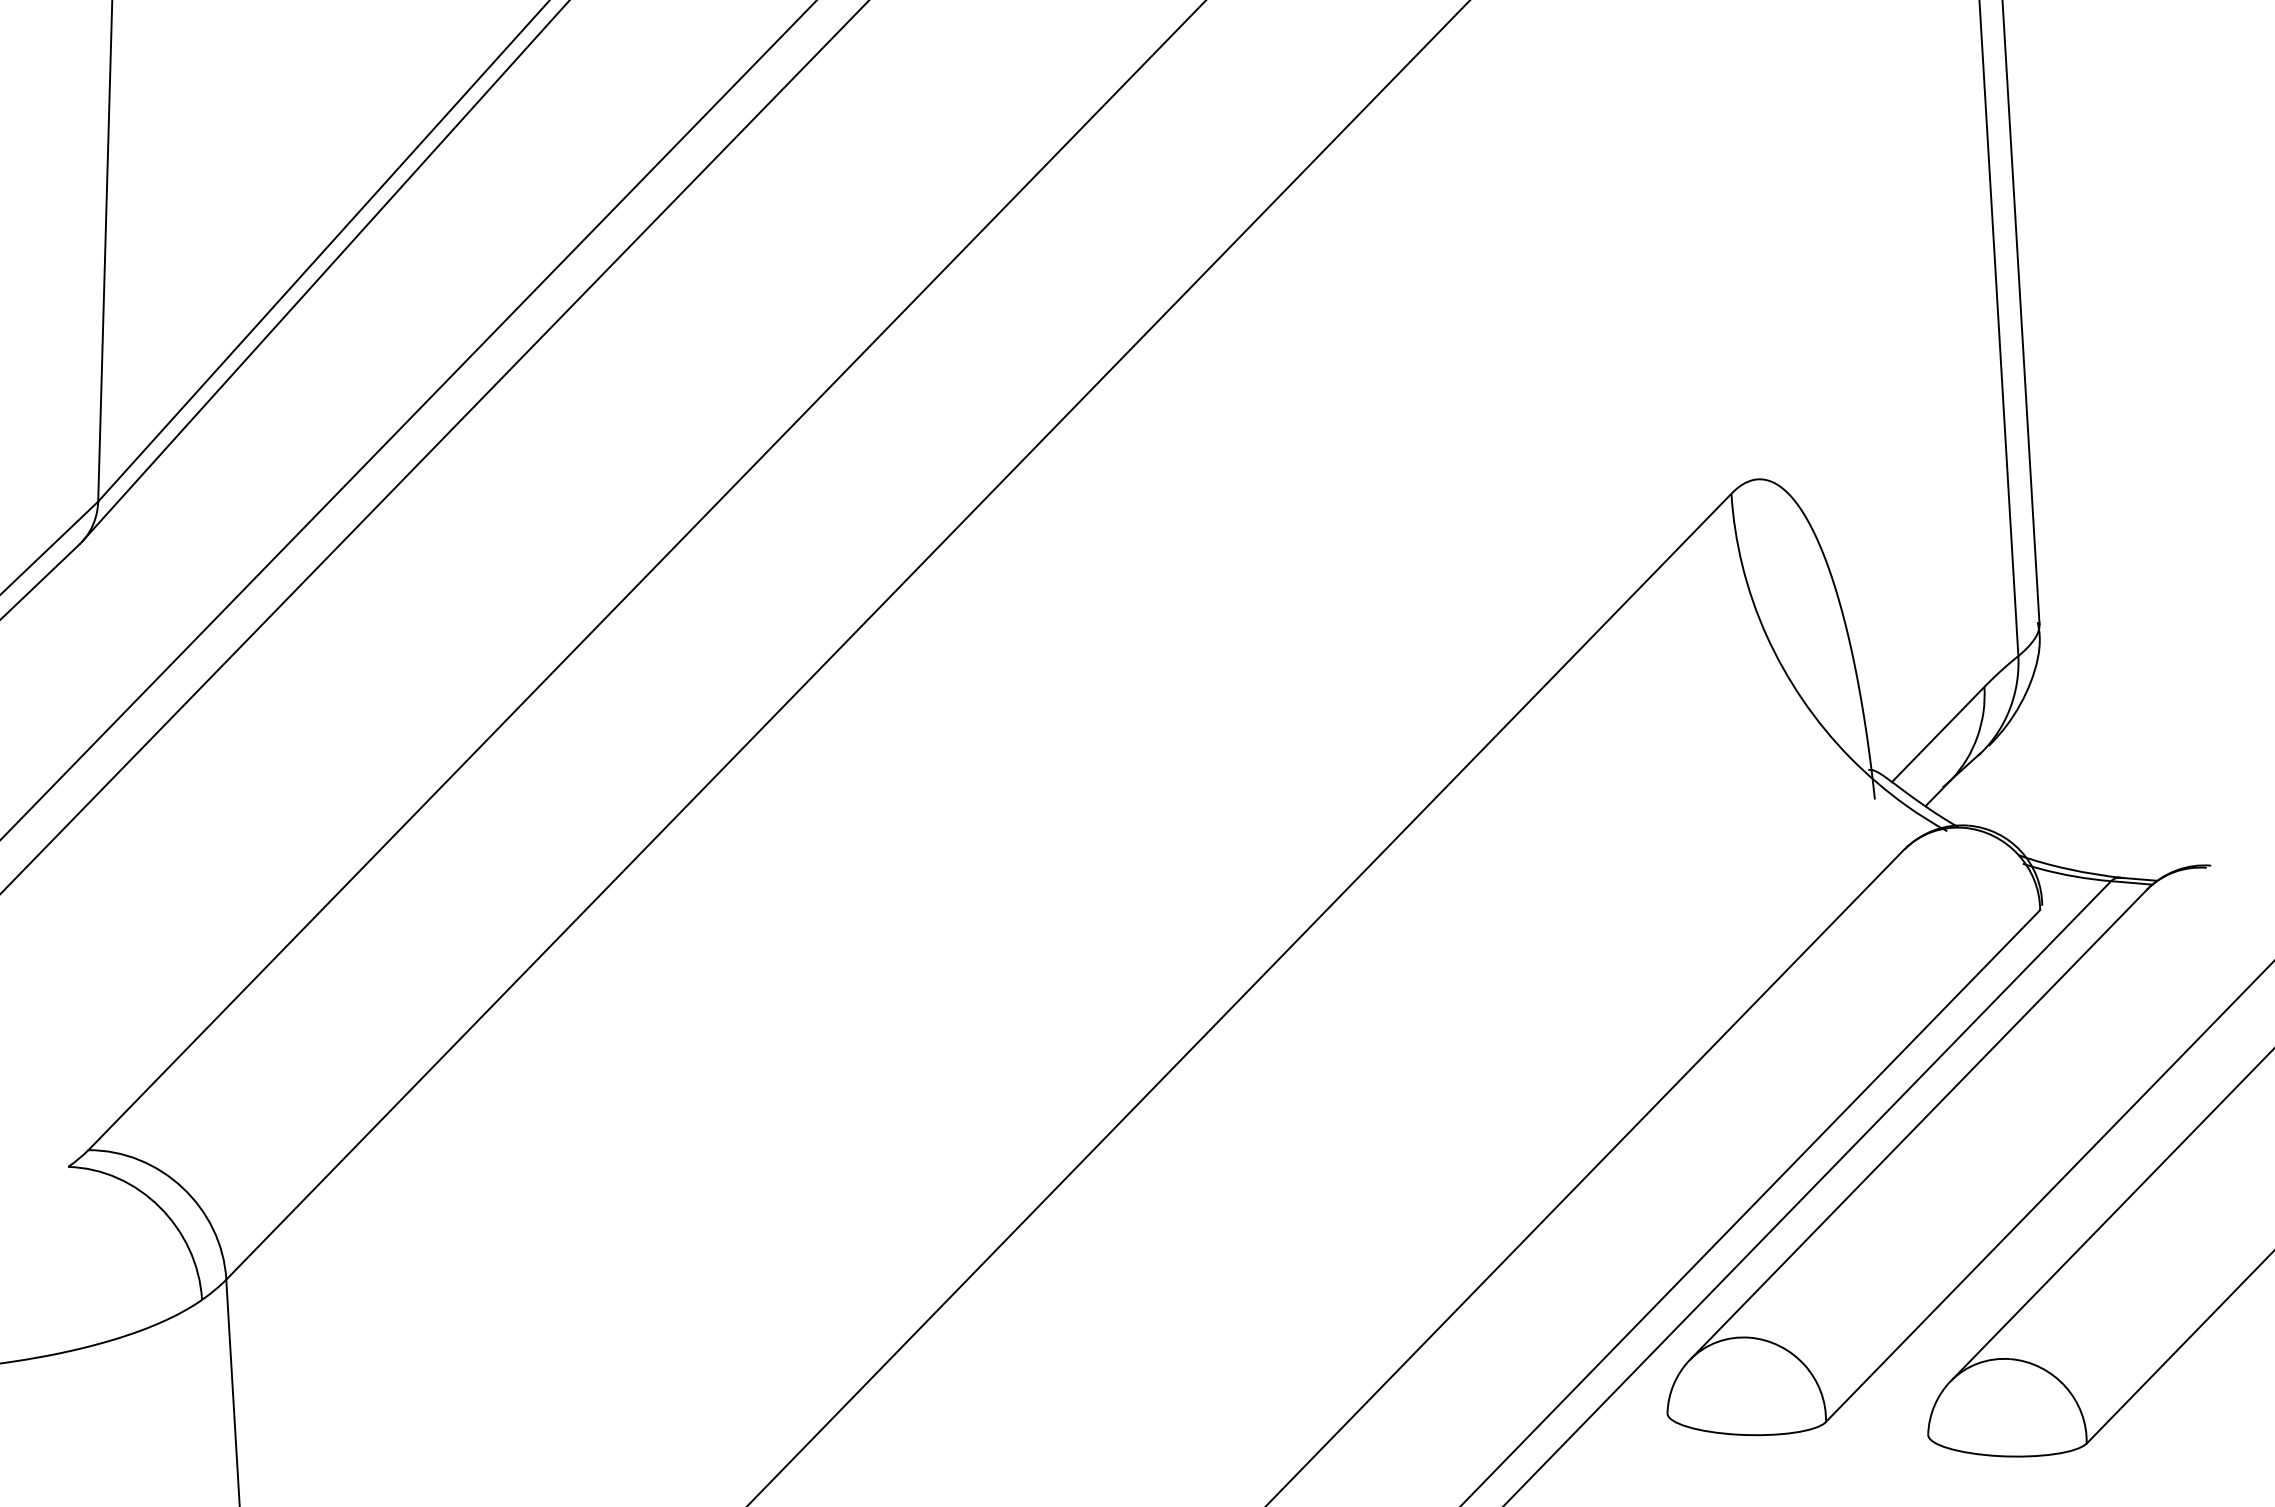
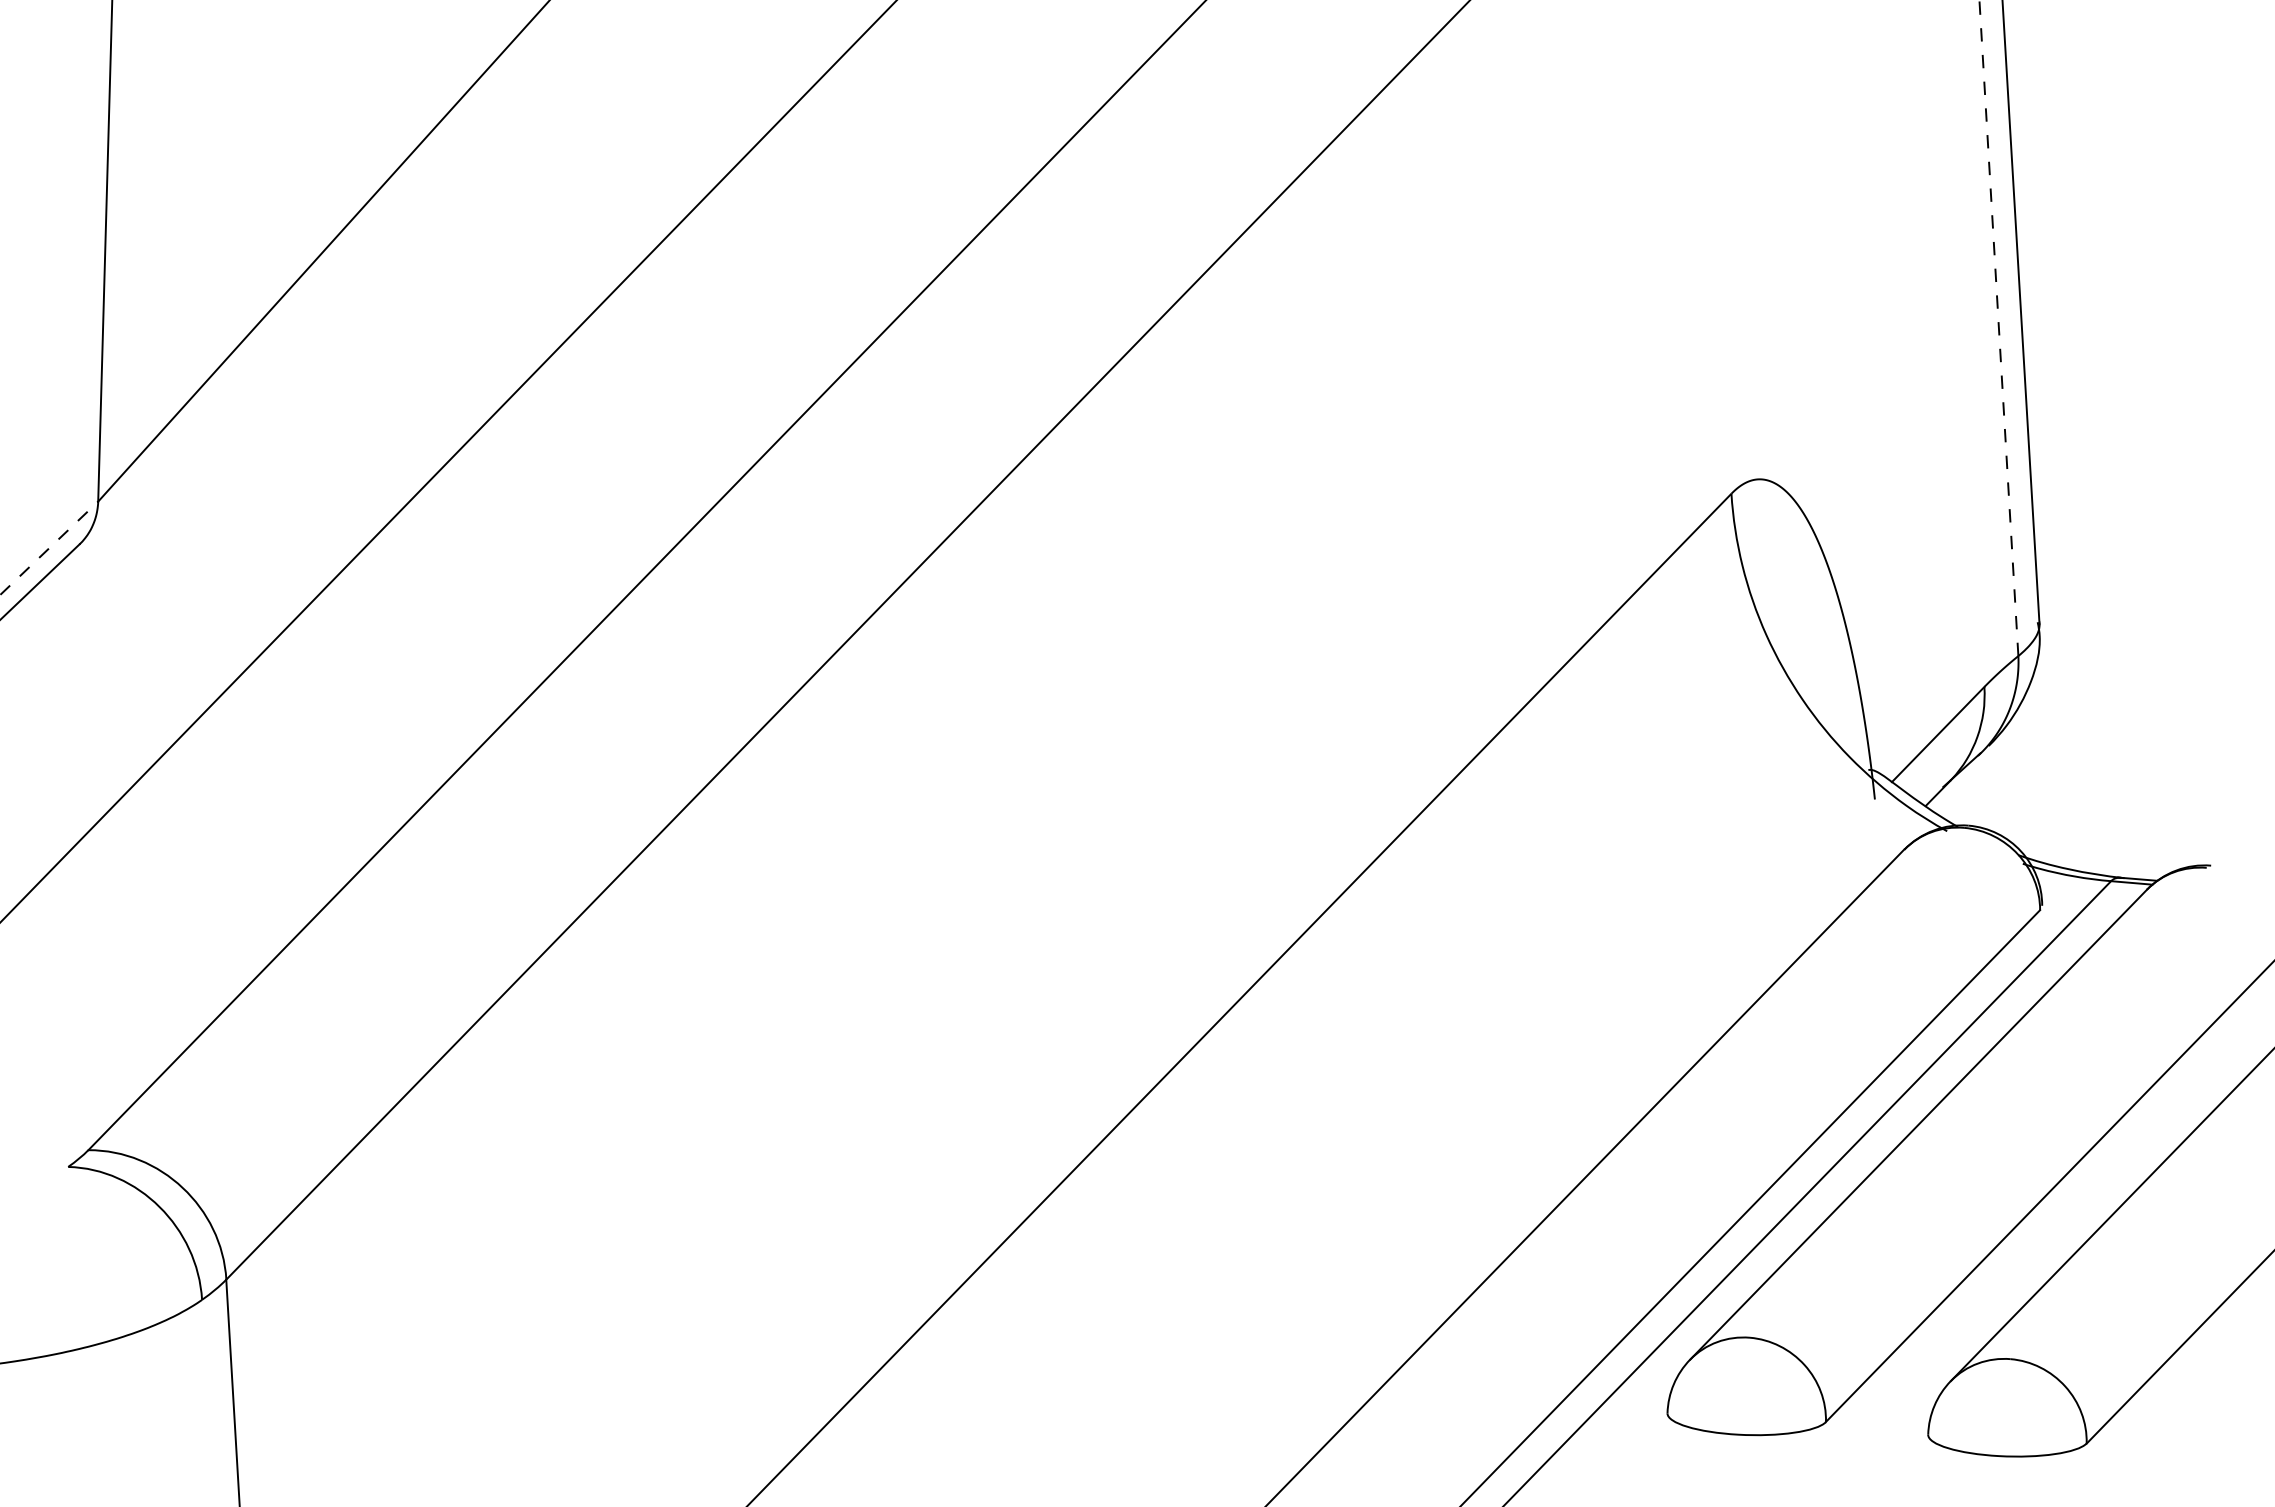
line at (324, 271): present -> none
line at (1998, 327): solid -> dashed
line at (408, 420): present -> none
line at (434, 447) position: (434, 447) -> (448, 461)
line at (49, 547): solid -> dashed
